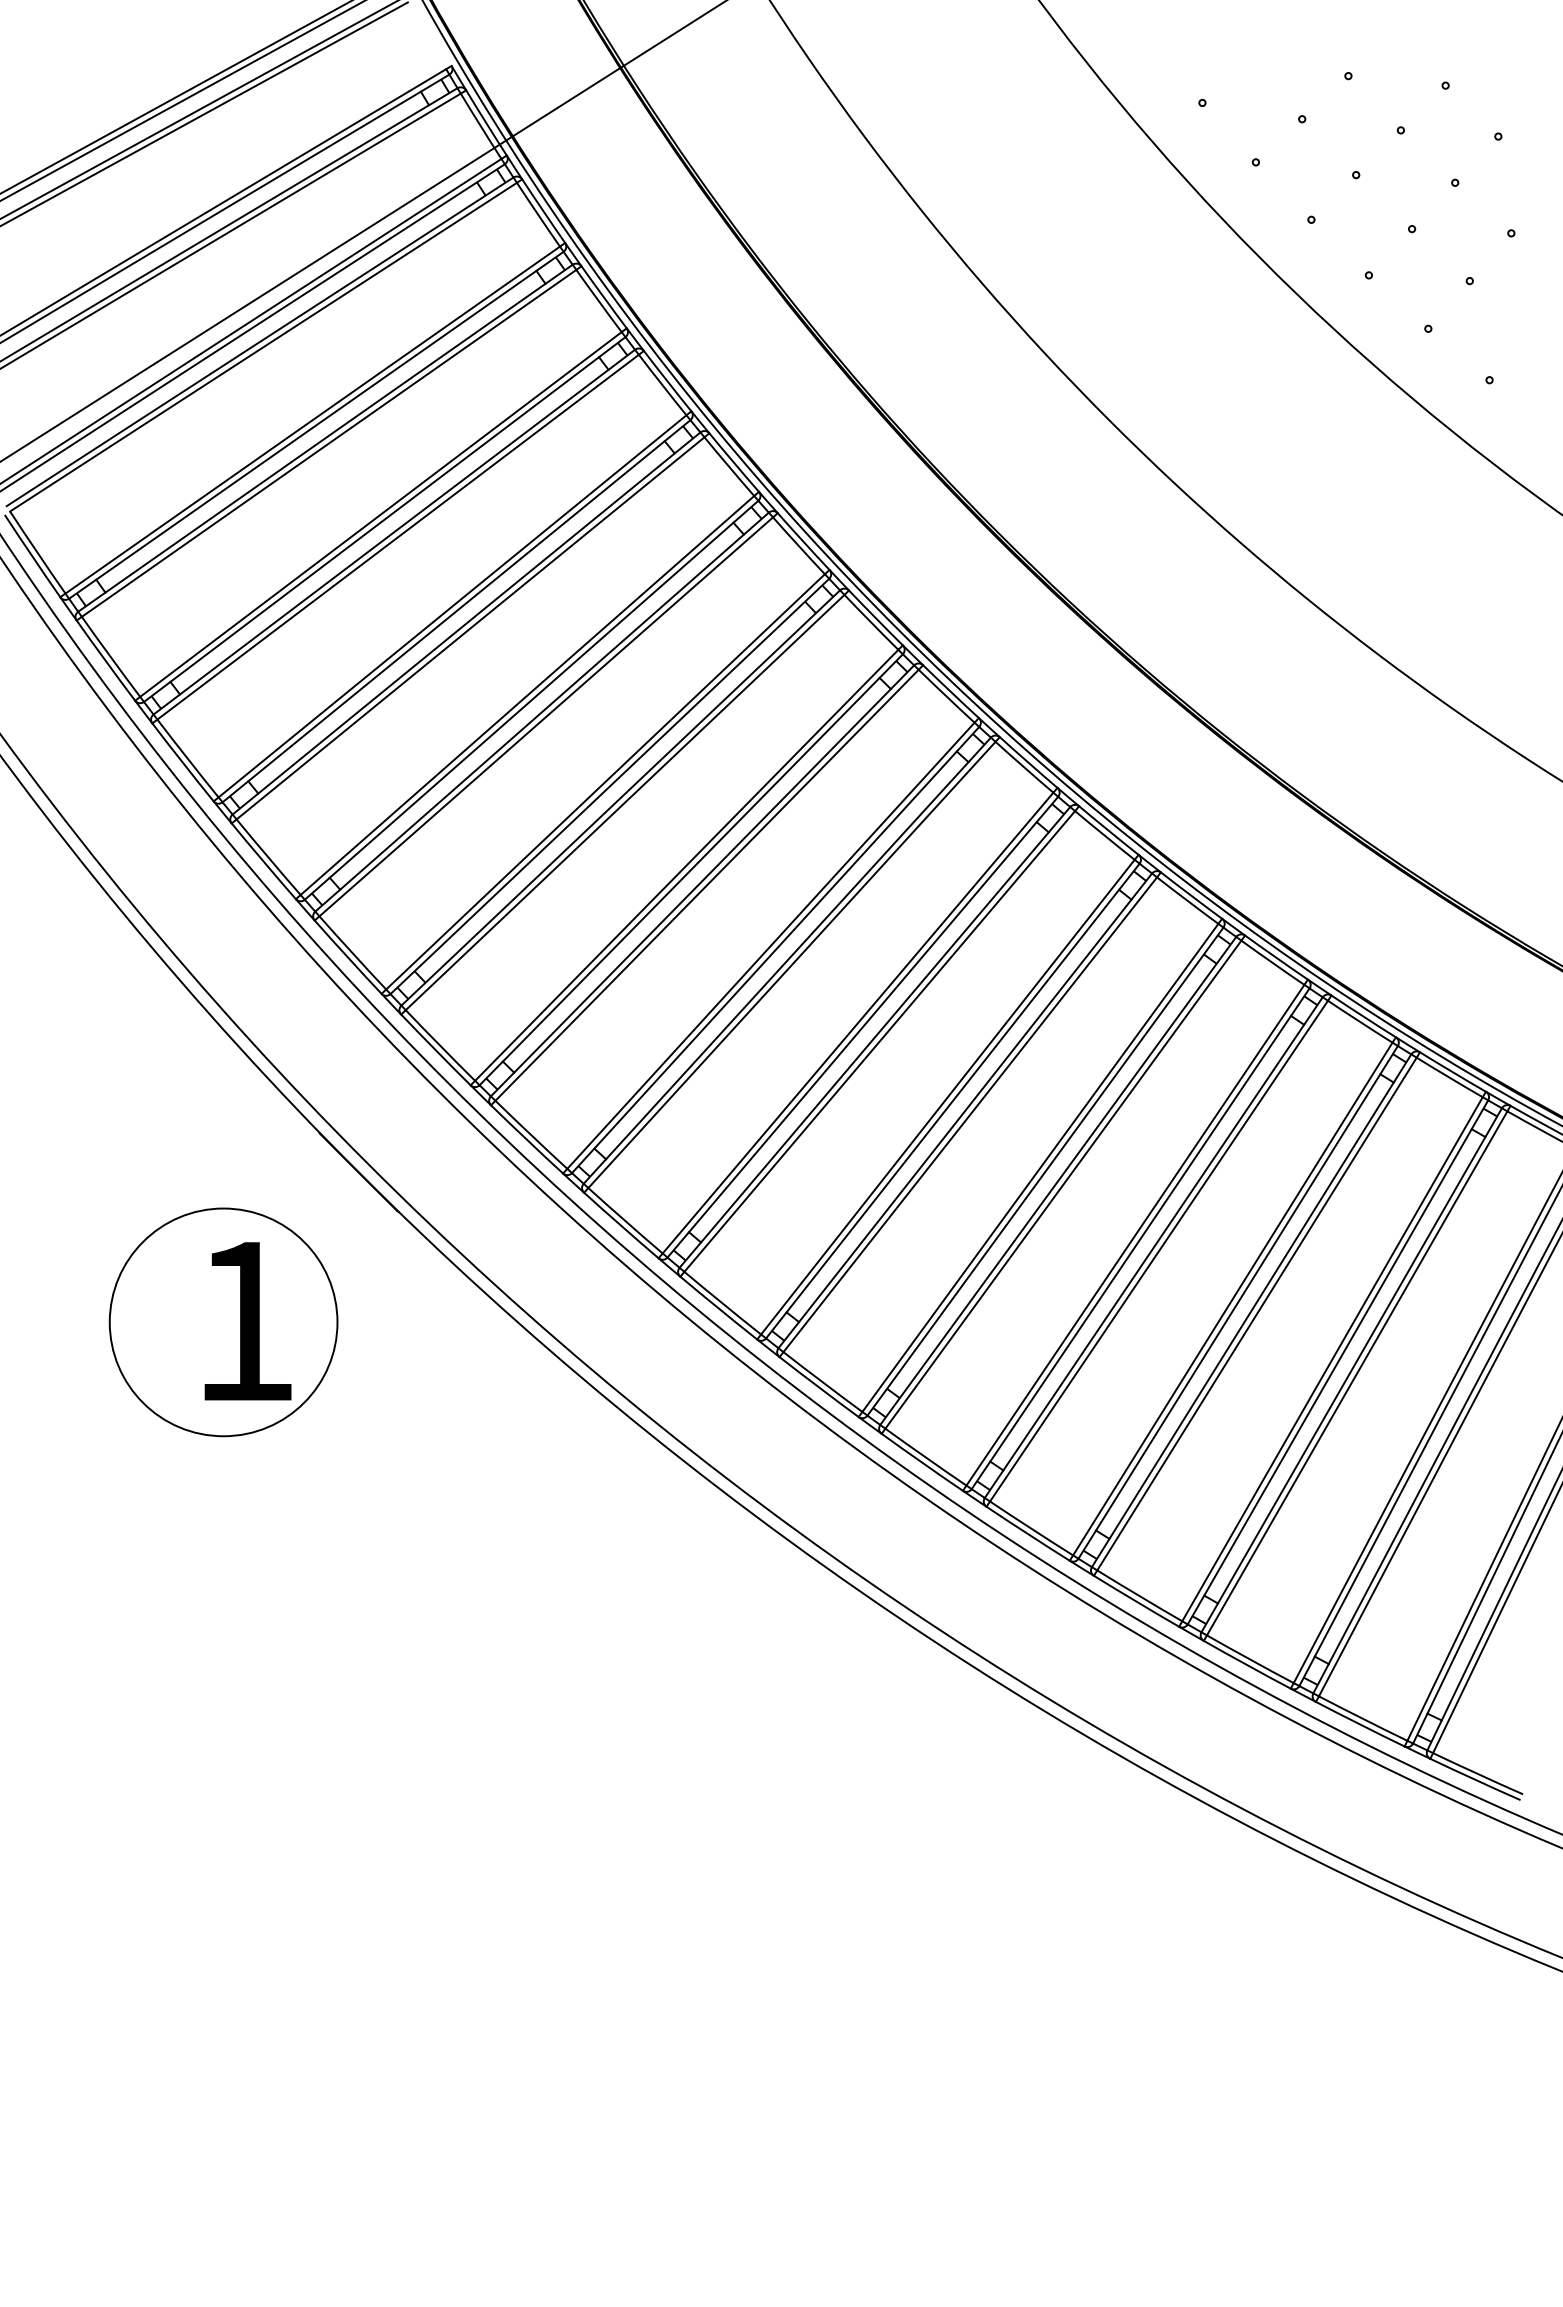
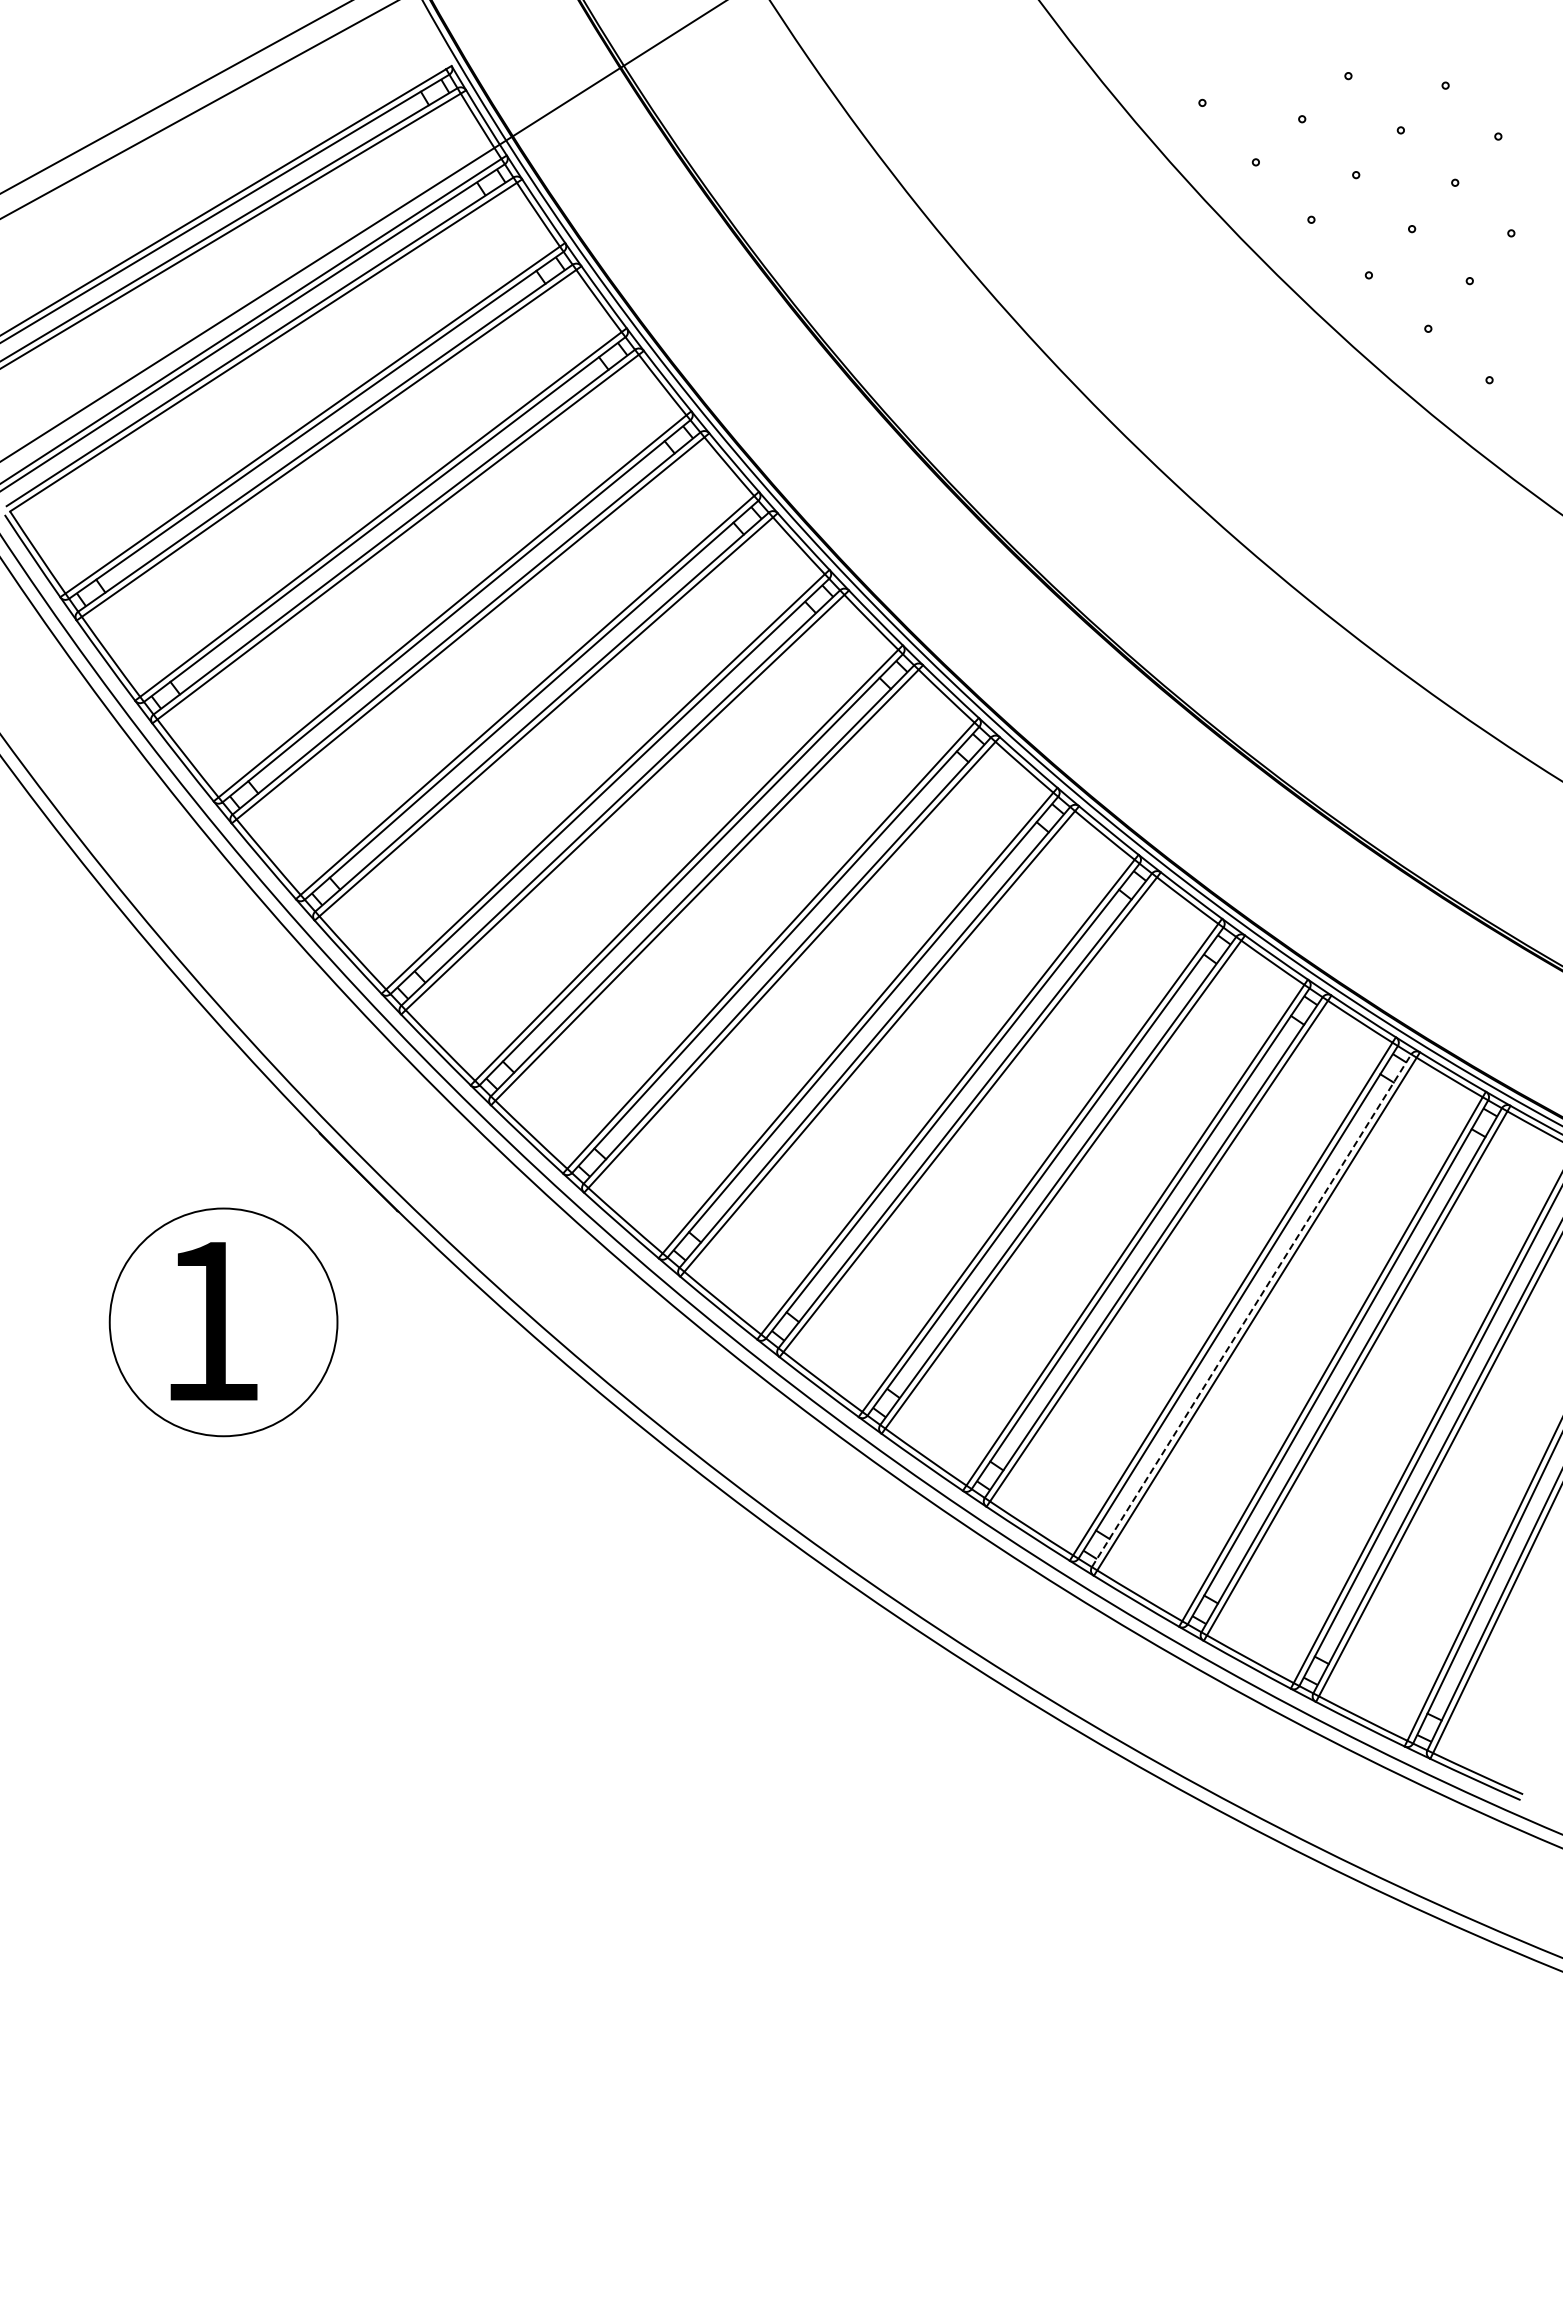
line at (182, 100): present -> none
line at (204, 113): present -> none
line at (1251, 1310): solid -> dashed
text at (247, 1321) position: (247, 1321) -> (213, 1321)
